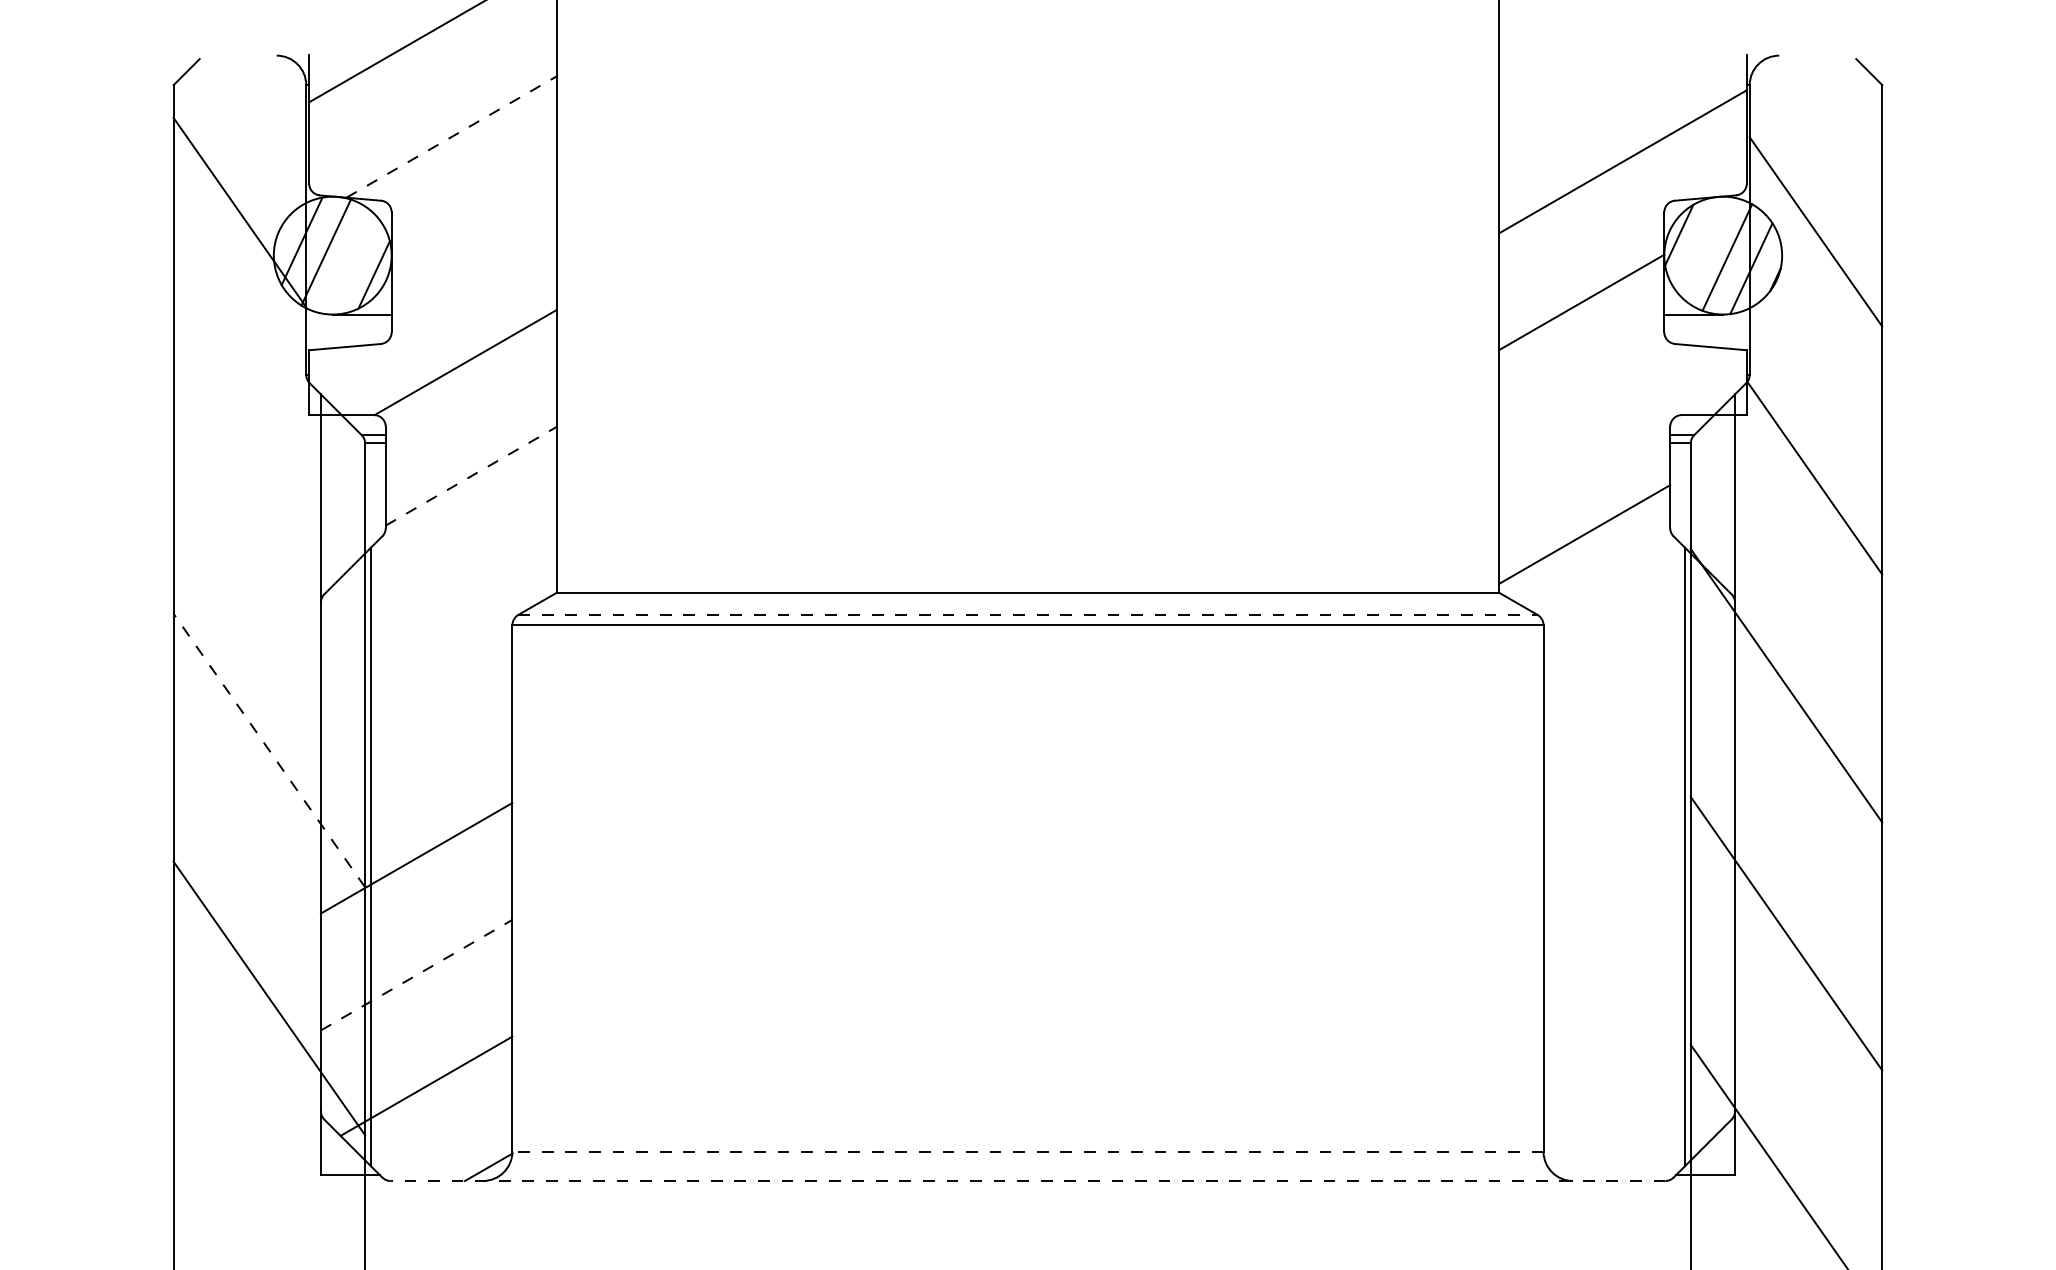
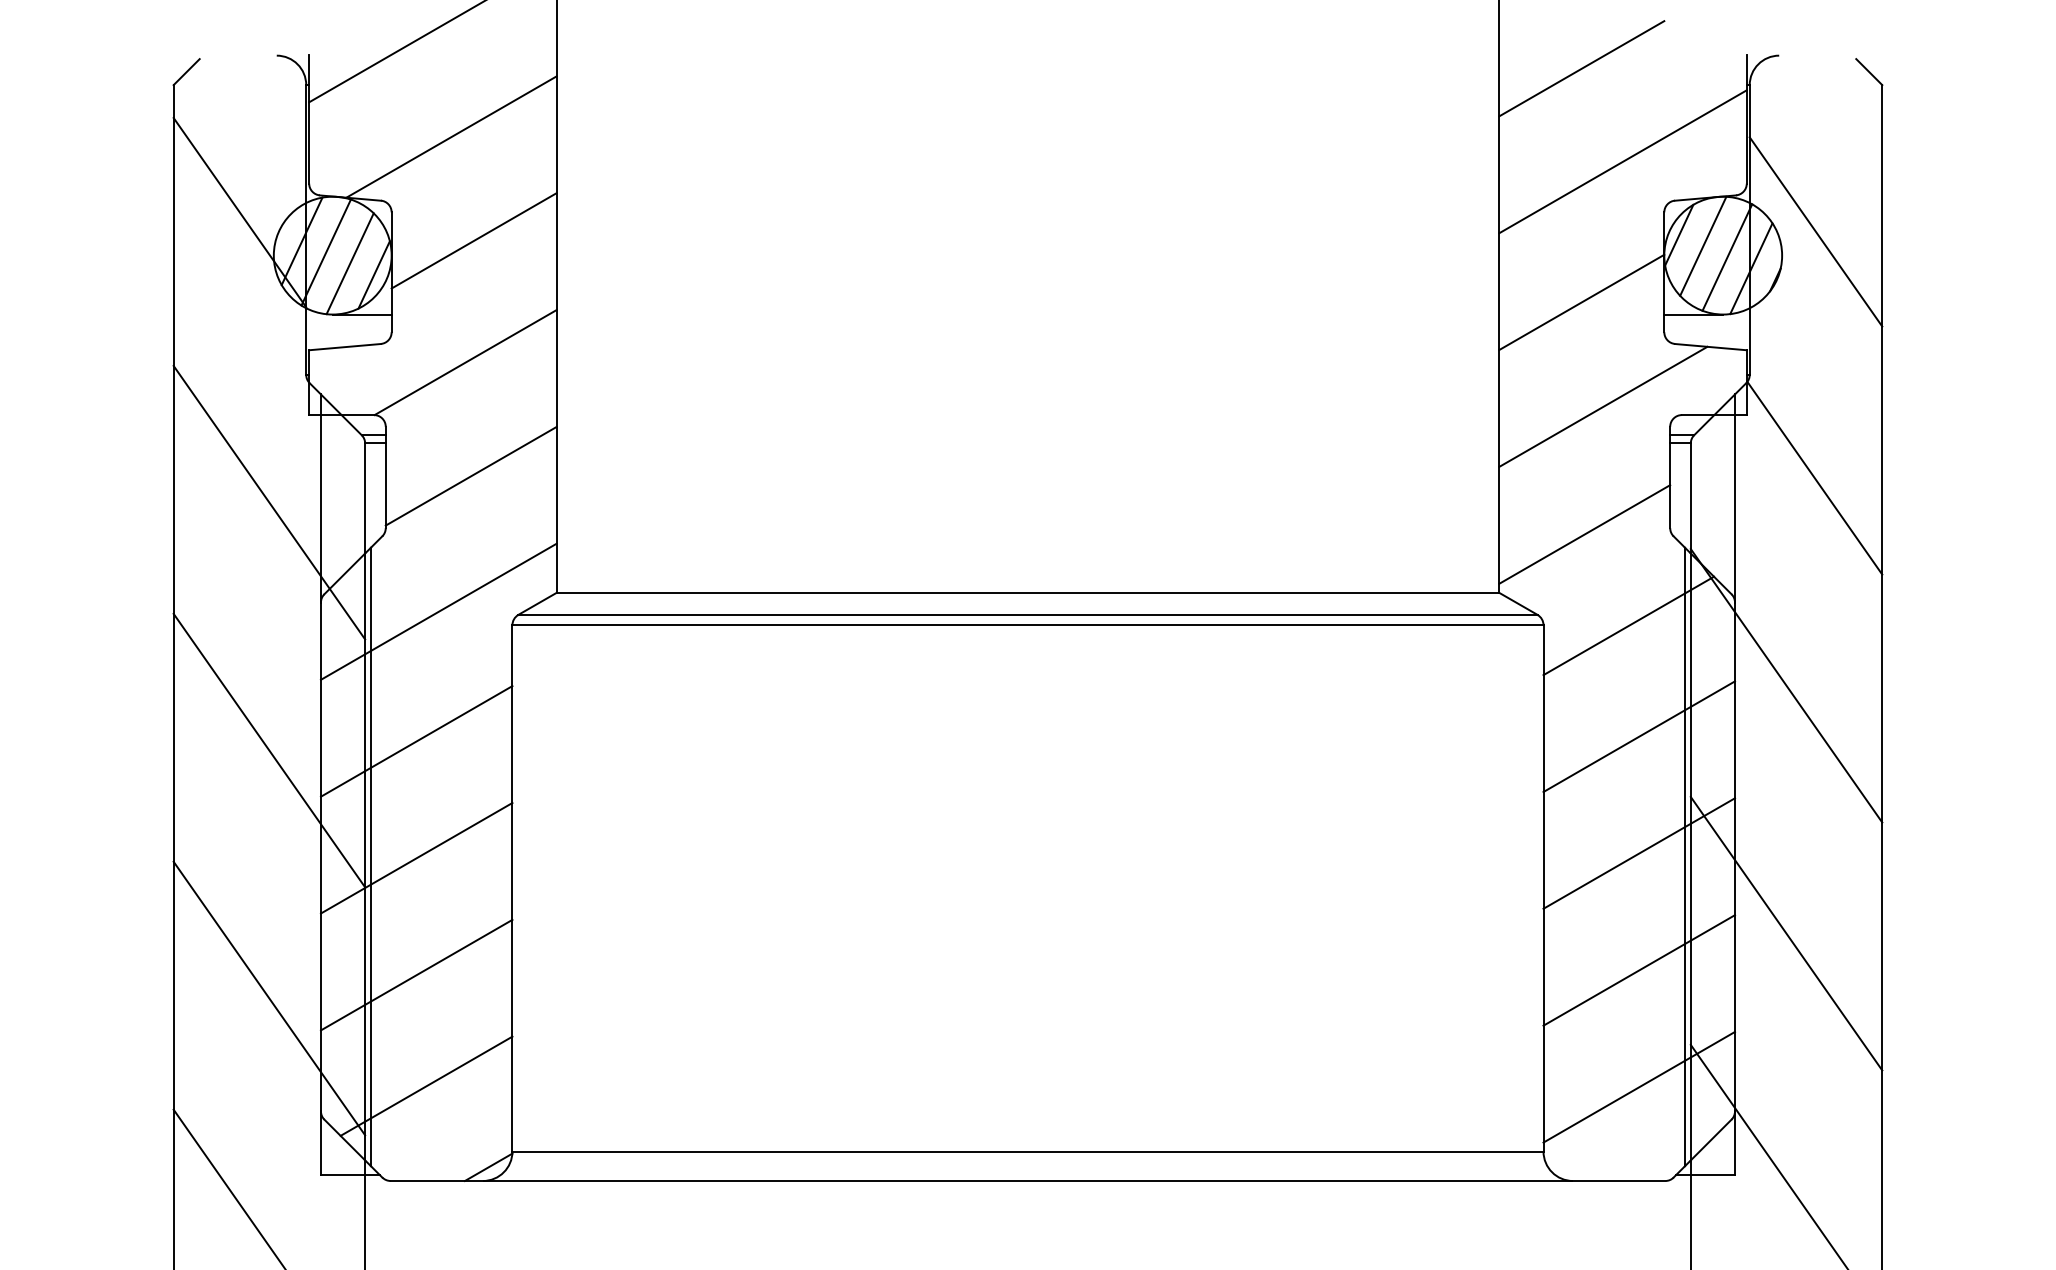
line at (1581, 68): none -> present
line at (452, 136): dashed -> solid
line at (473, 240): none -> present
line at (1703, 245): none -> present
line at (349, 263): none -> present
line at (1603, 406): none -> present
line at (471, 476): dashed -> solid
line at (269, 502): none -> present
line at (438, 611): none -> present
line at (1027, 614): dashed -> solid
line at (1628, 625): none -> present
line at (1639, 736): none -> present
line at (416, 741): none -> present
line at (269, 750): dashed -> solid
line at (1639, 853): none -> present
line at (1639, 970): none -> present
line at (416, 975): dashed -> solid
line at (1639, 1086): none -> present
line at (1027, 1151): dashed -> solid
line at (1027, 1181): dashed -> solid
line at (228, 1187): none -> present
